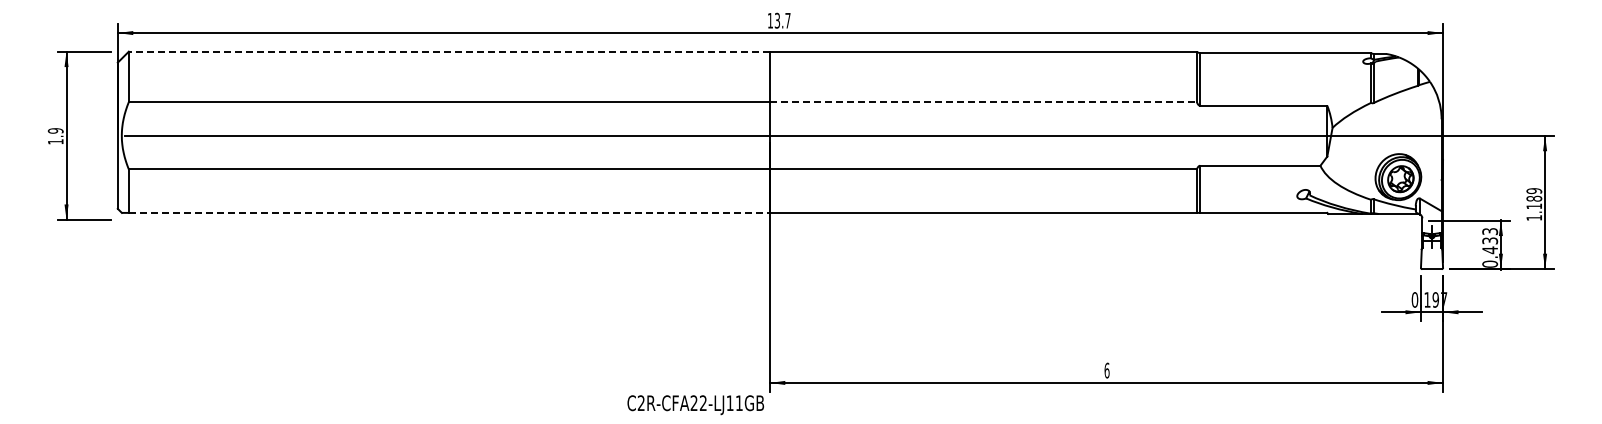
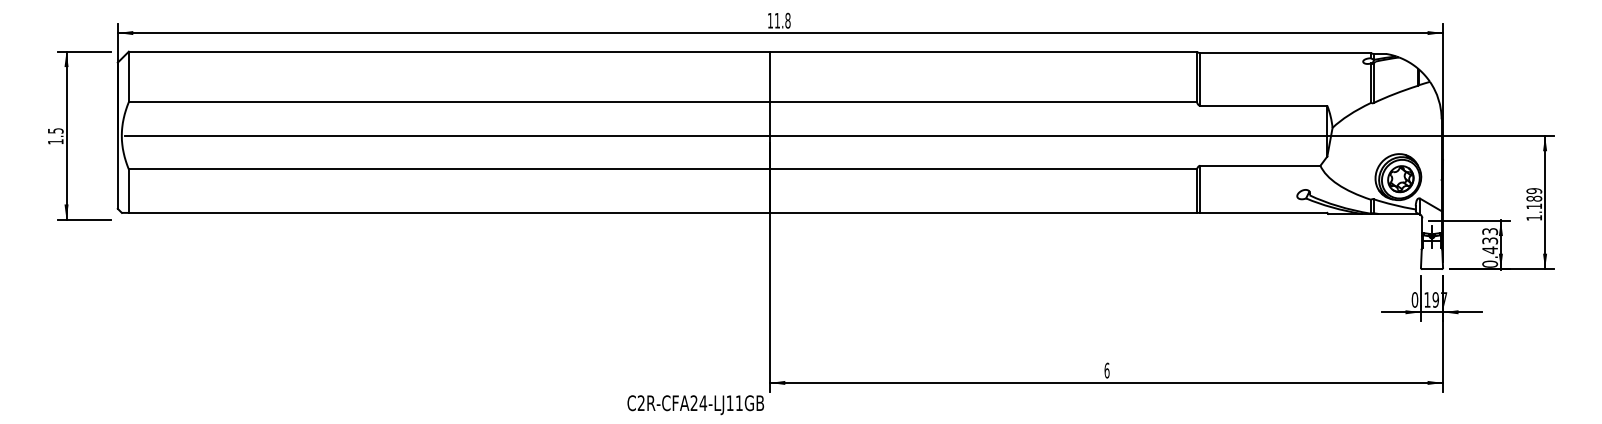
text at (782, 20): 13.7 -> 11.8
line at (448, 51): dashed -> solid
line at (983, 102): dashed -> solid
text at (55, 130): 1.9 -> 1.5
line at (449, 212): dashed -> solid
text at (703, 402): C2R-CFA22-LJ11GB -> C2R-CFA24-LJ11GB
